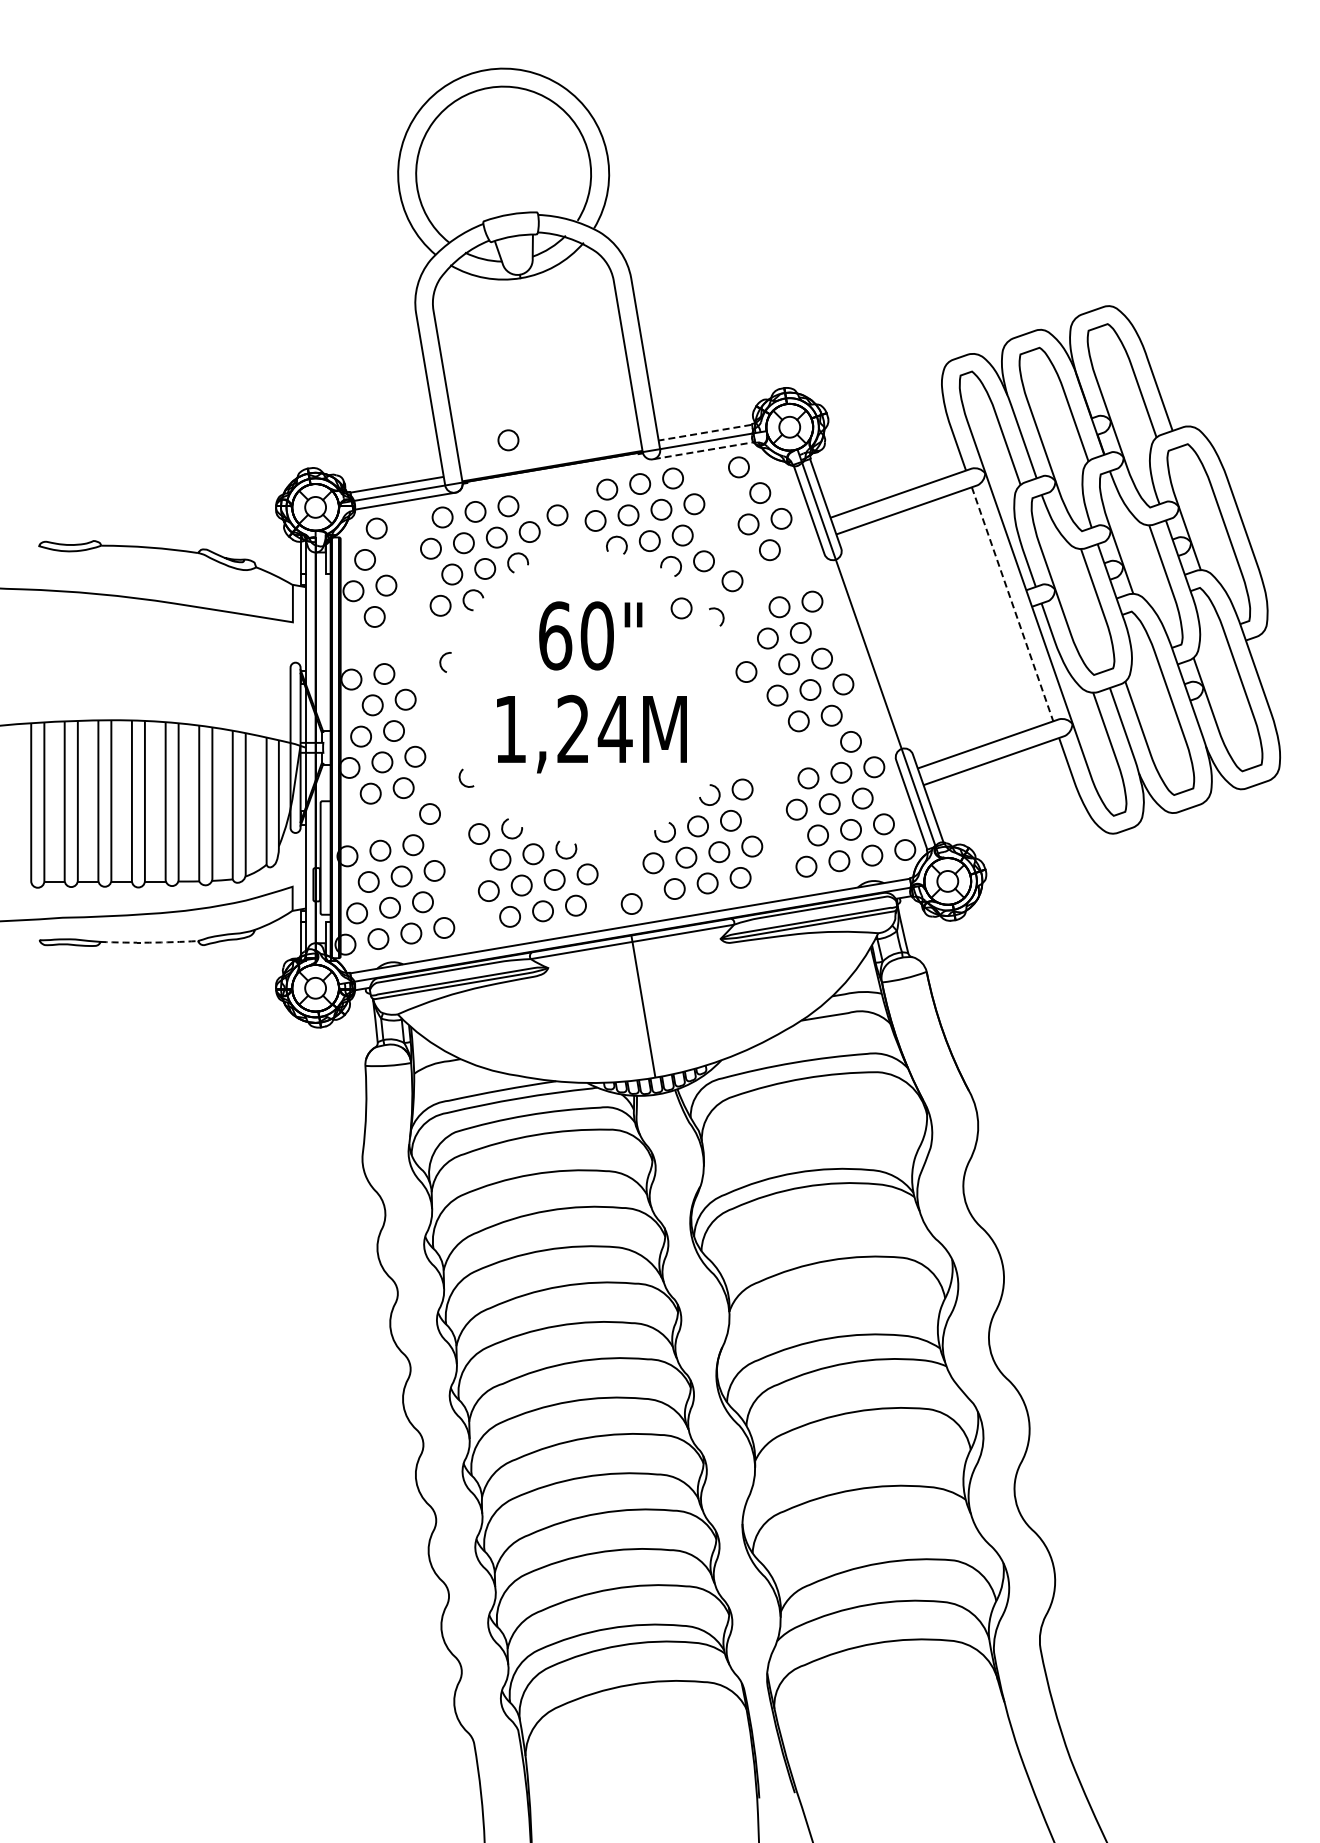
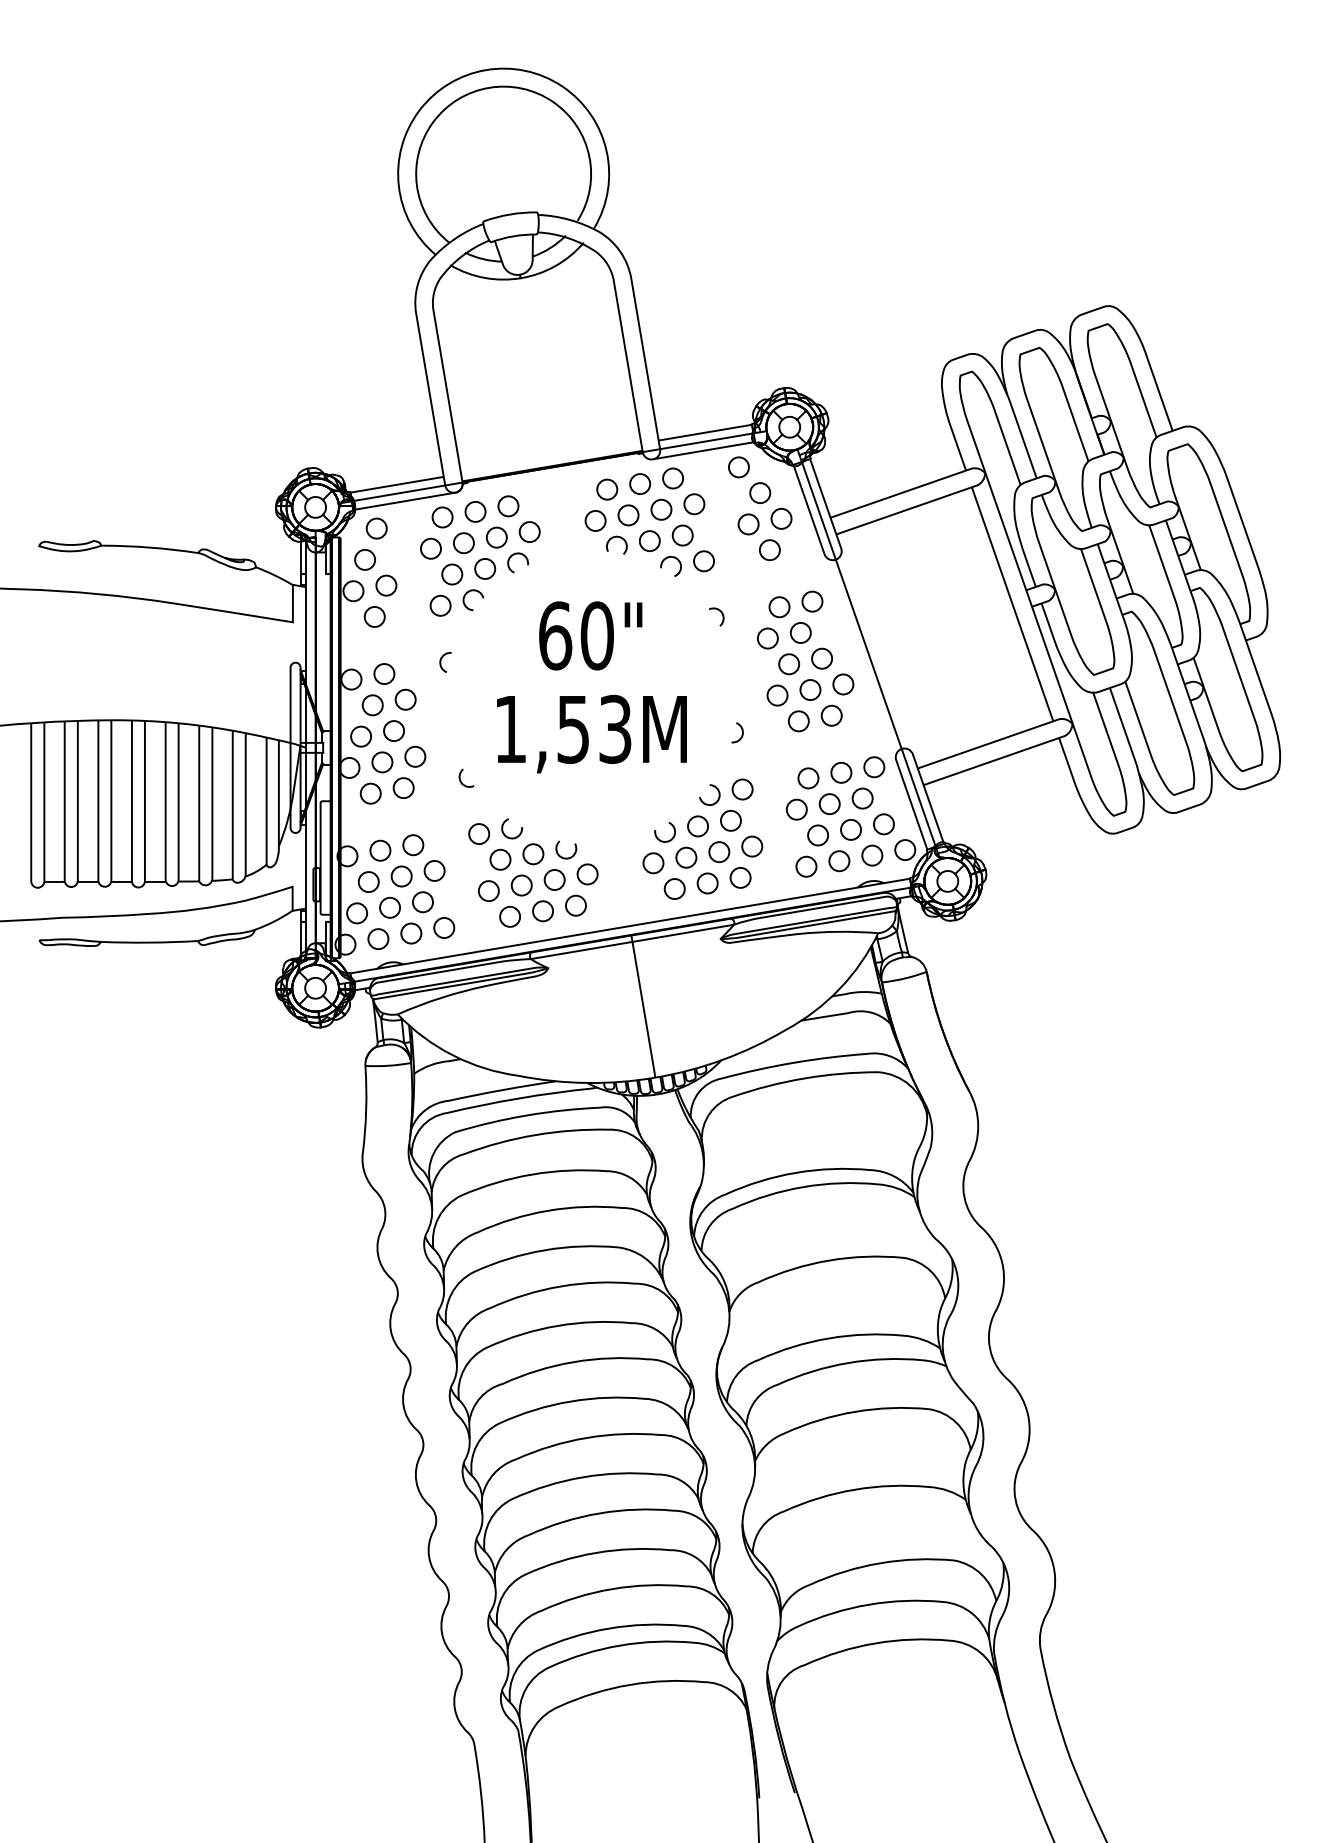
line at (754, 437): dashed -> solid
circle at (508, 440): present -> none
circle at (557, 515): present -> none
circle at (732, 581): present -> none
line at (1012, 604): dashed -> solid
circle at (681, 608): present -> none
circle at (746, 671): present -> none
text at (594, 729): 1,24M -> 1,53M
arc at (741, 731): none -> present
circle at (850, 741): present -> none
circle at (429, 813): present -> none
circle at (631, 903): present -> none
line at (149, 942): dashed -> solid
